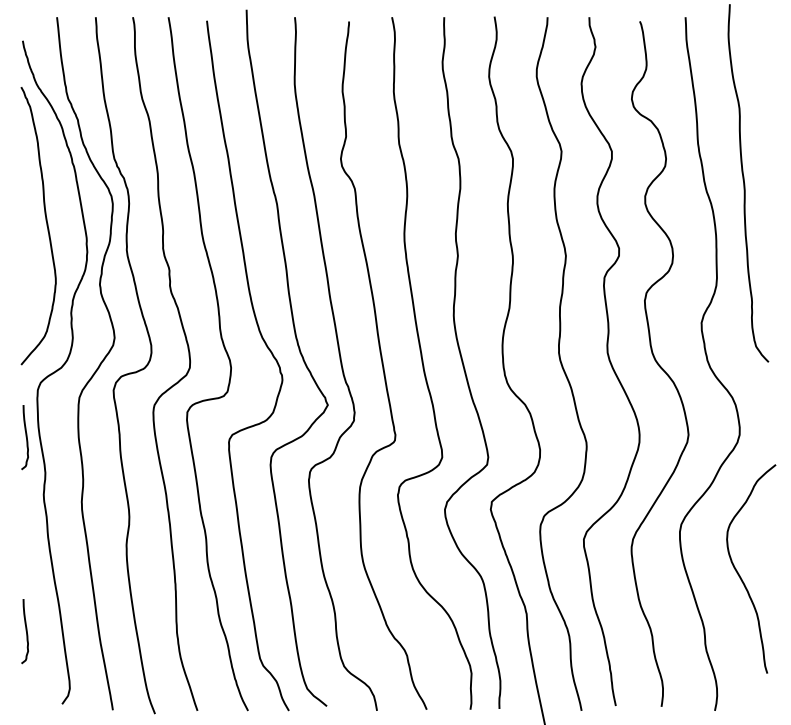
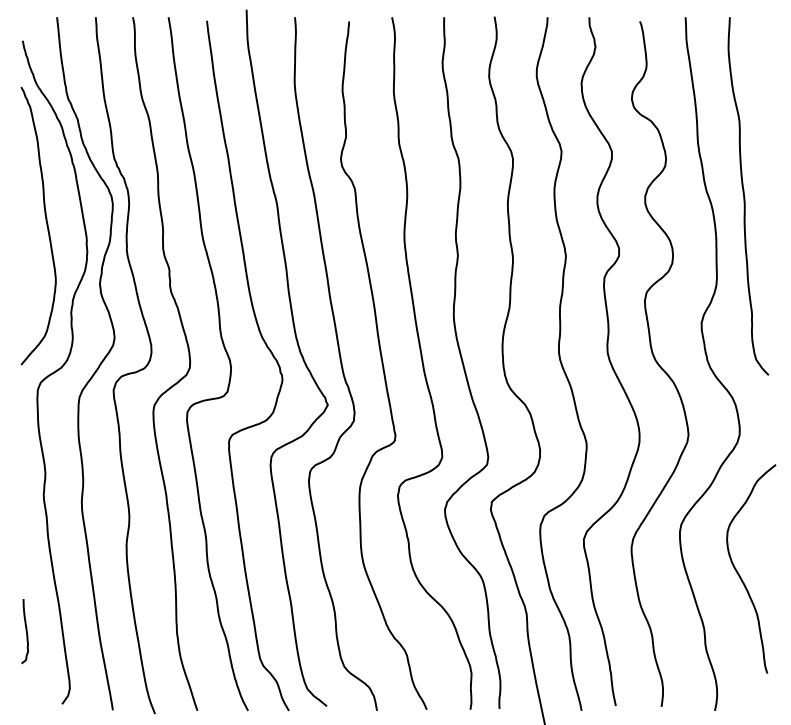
curve at (745, 183) position: (745, 183) -> (745, 196)
curve at (25, 437): present -> none
